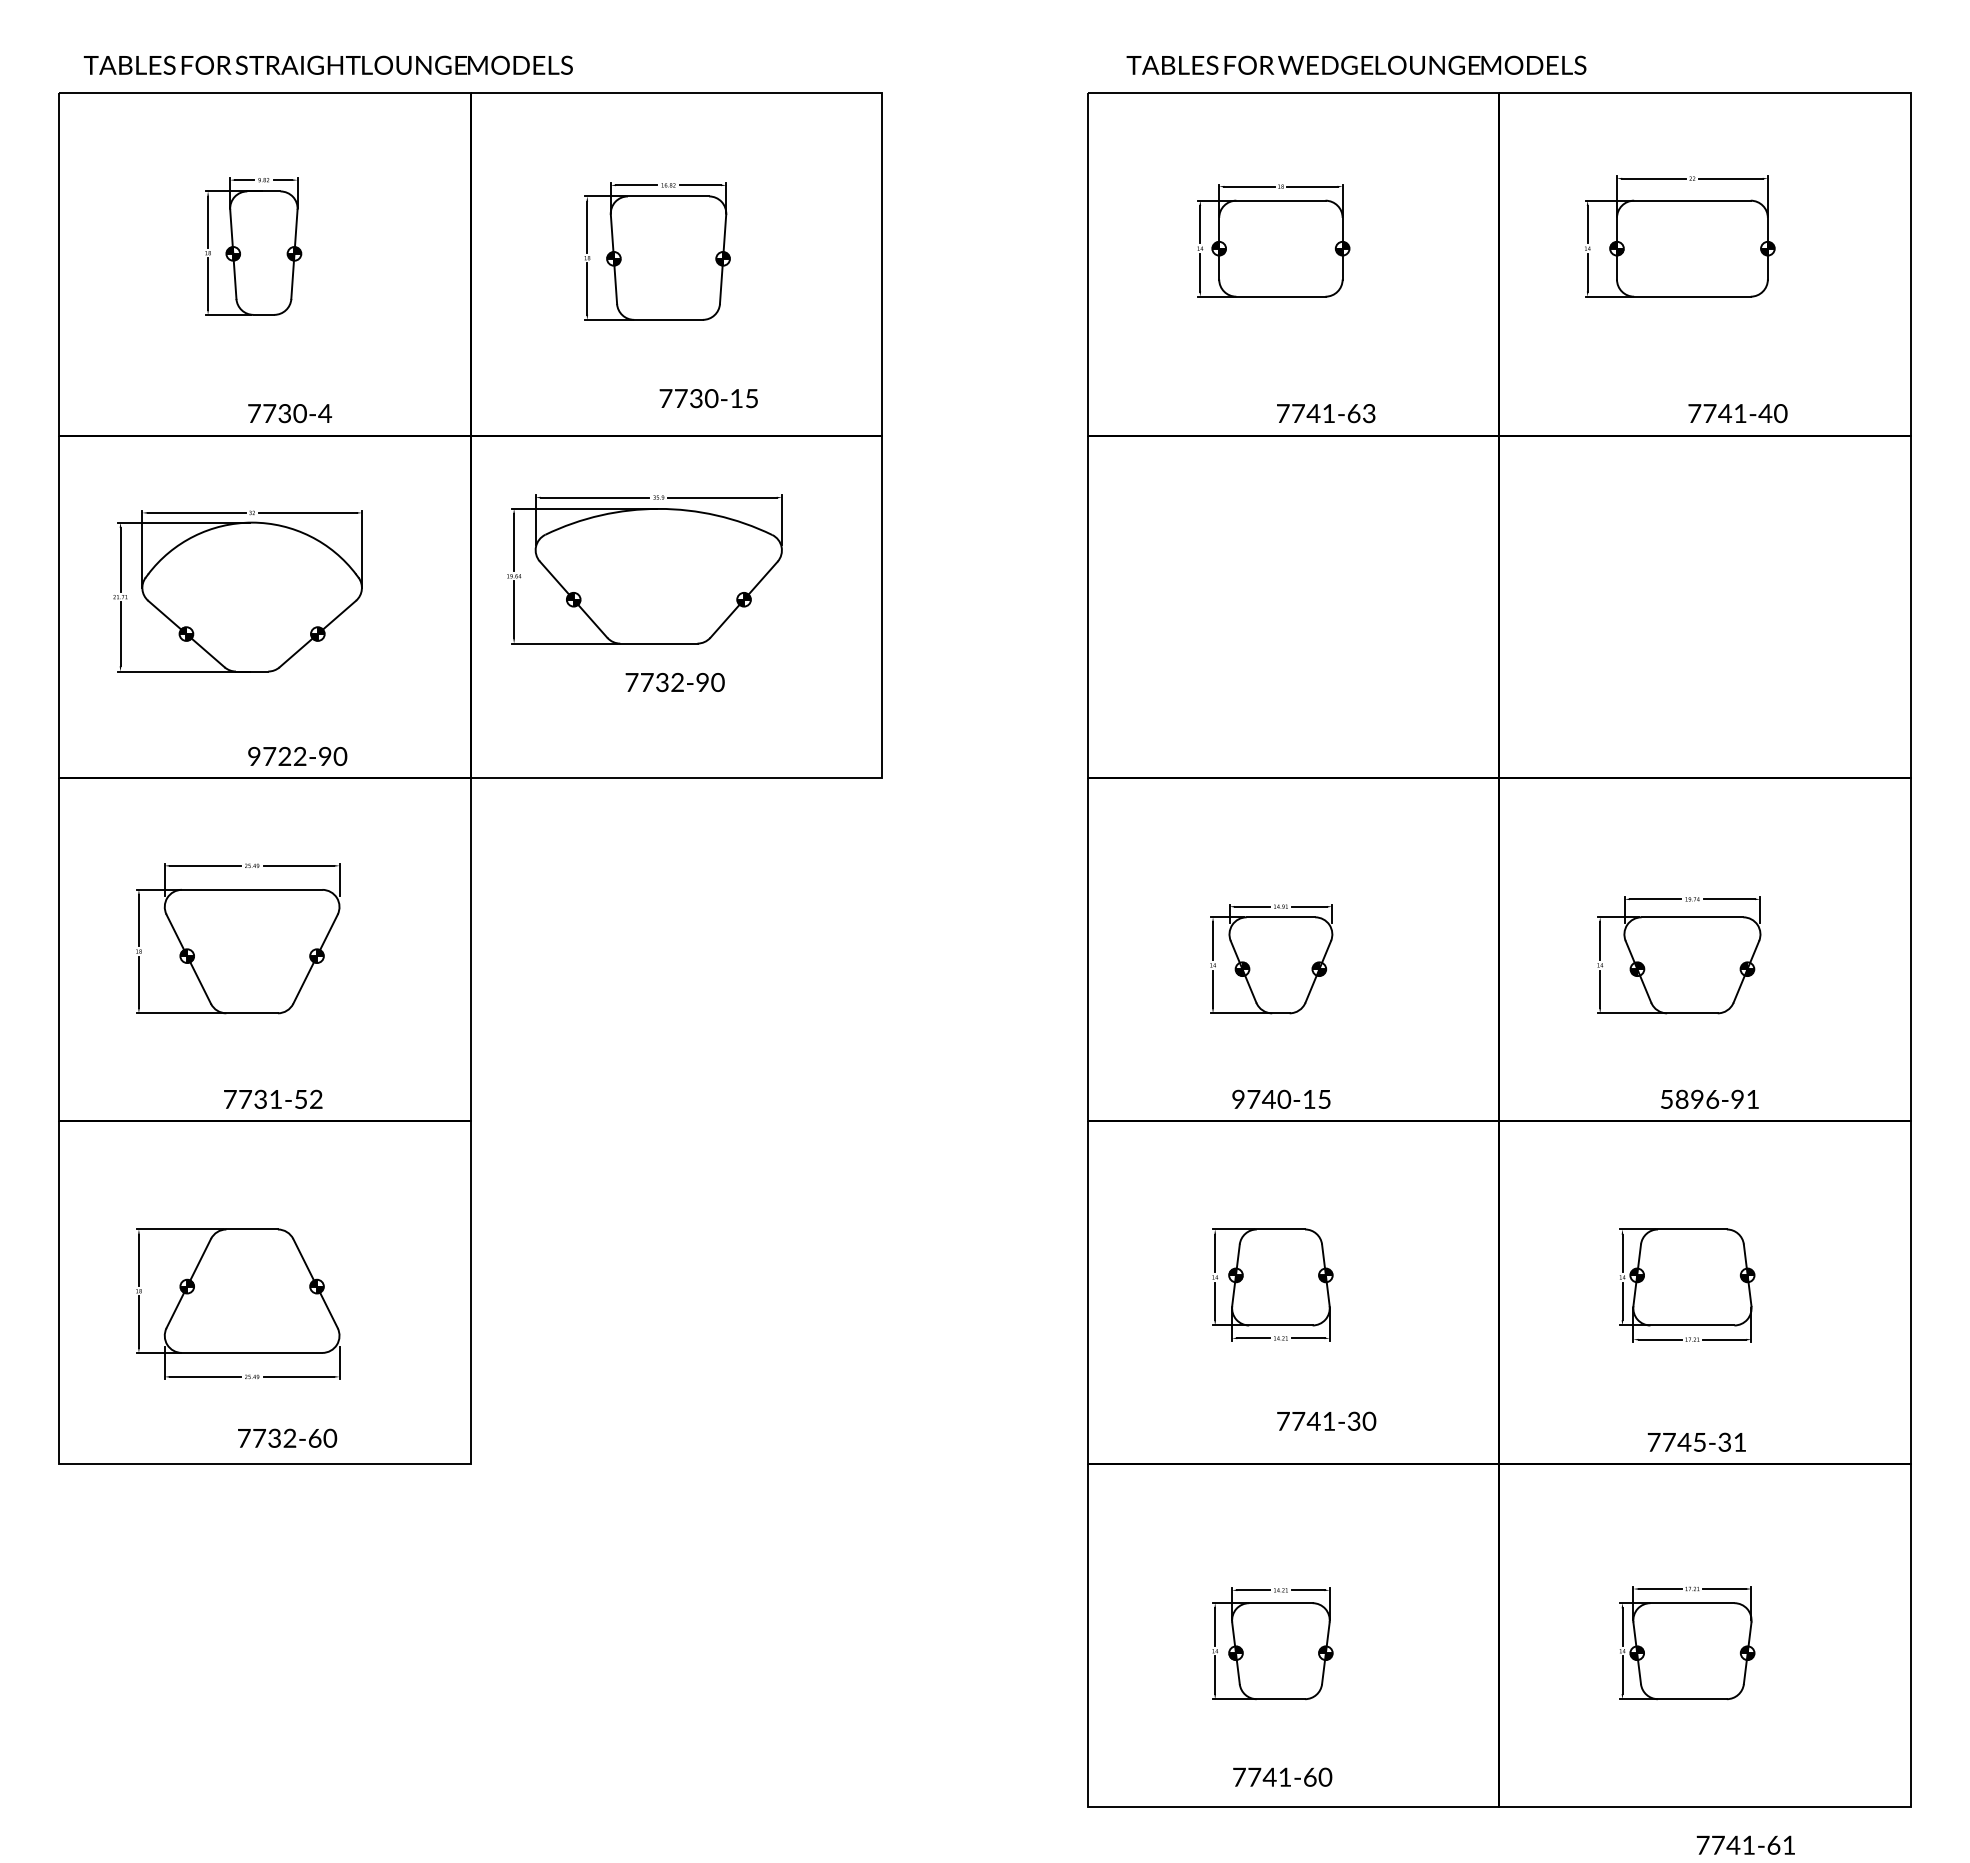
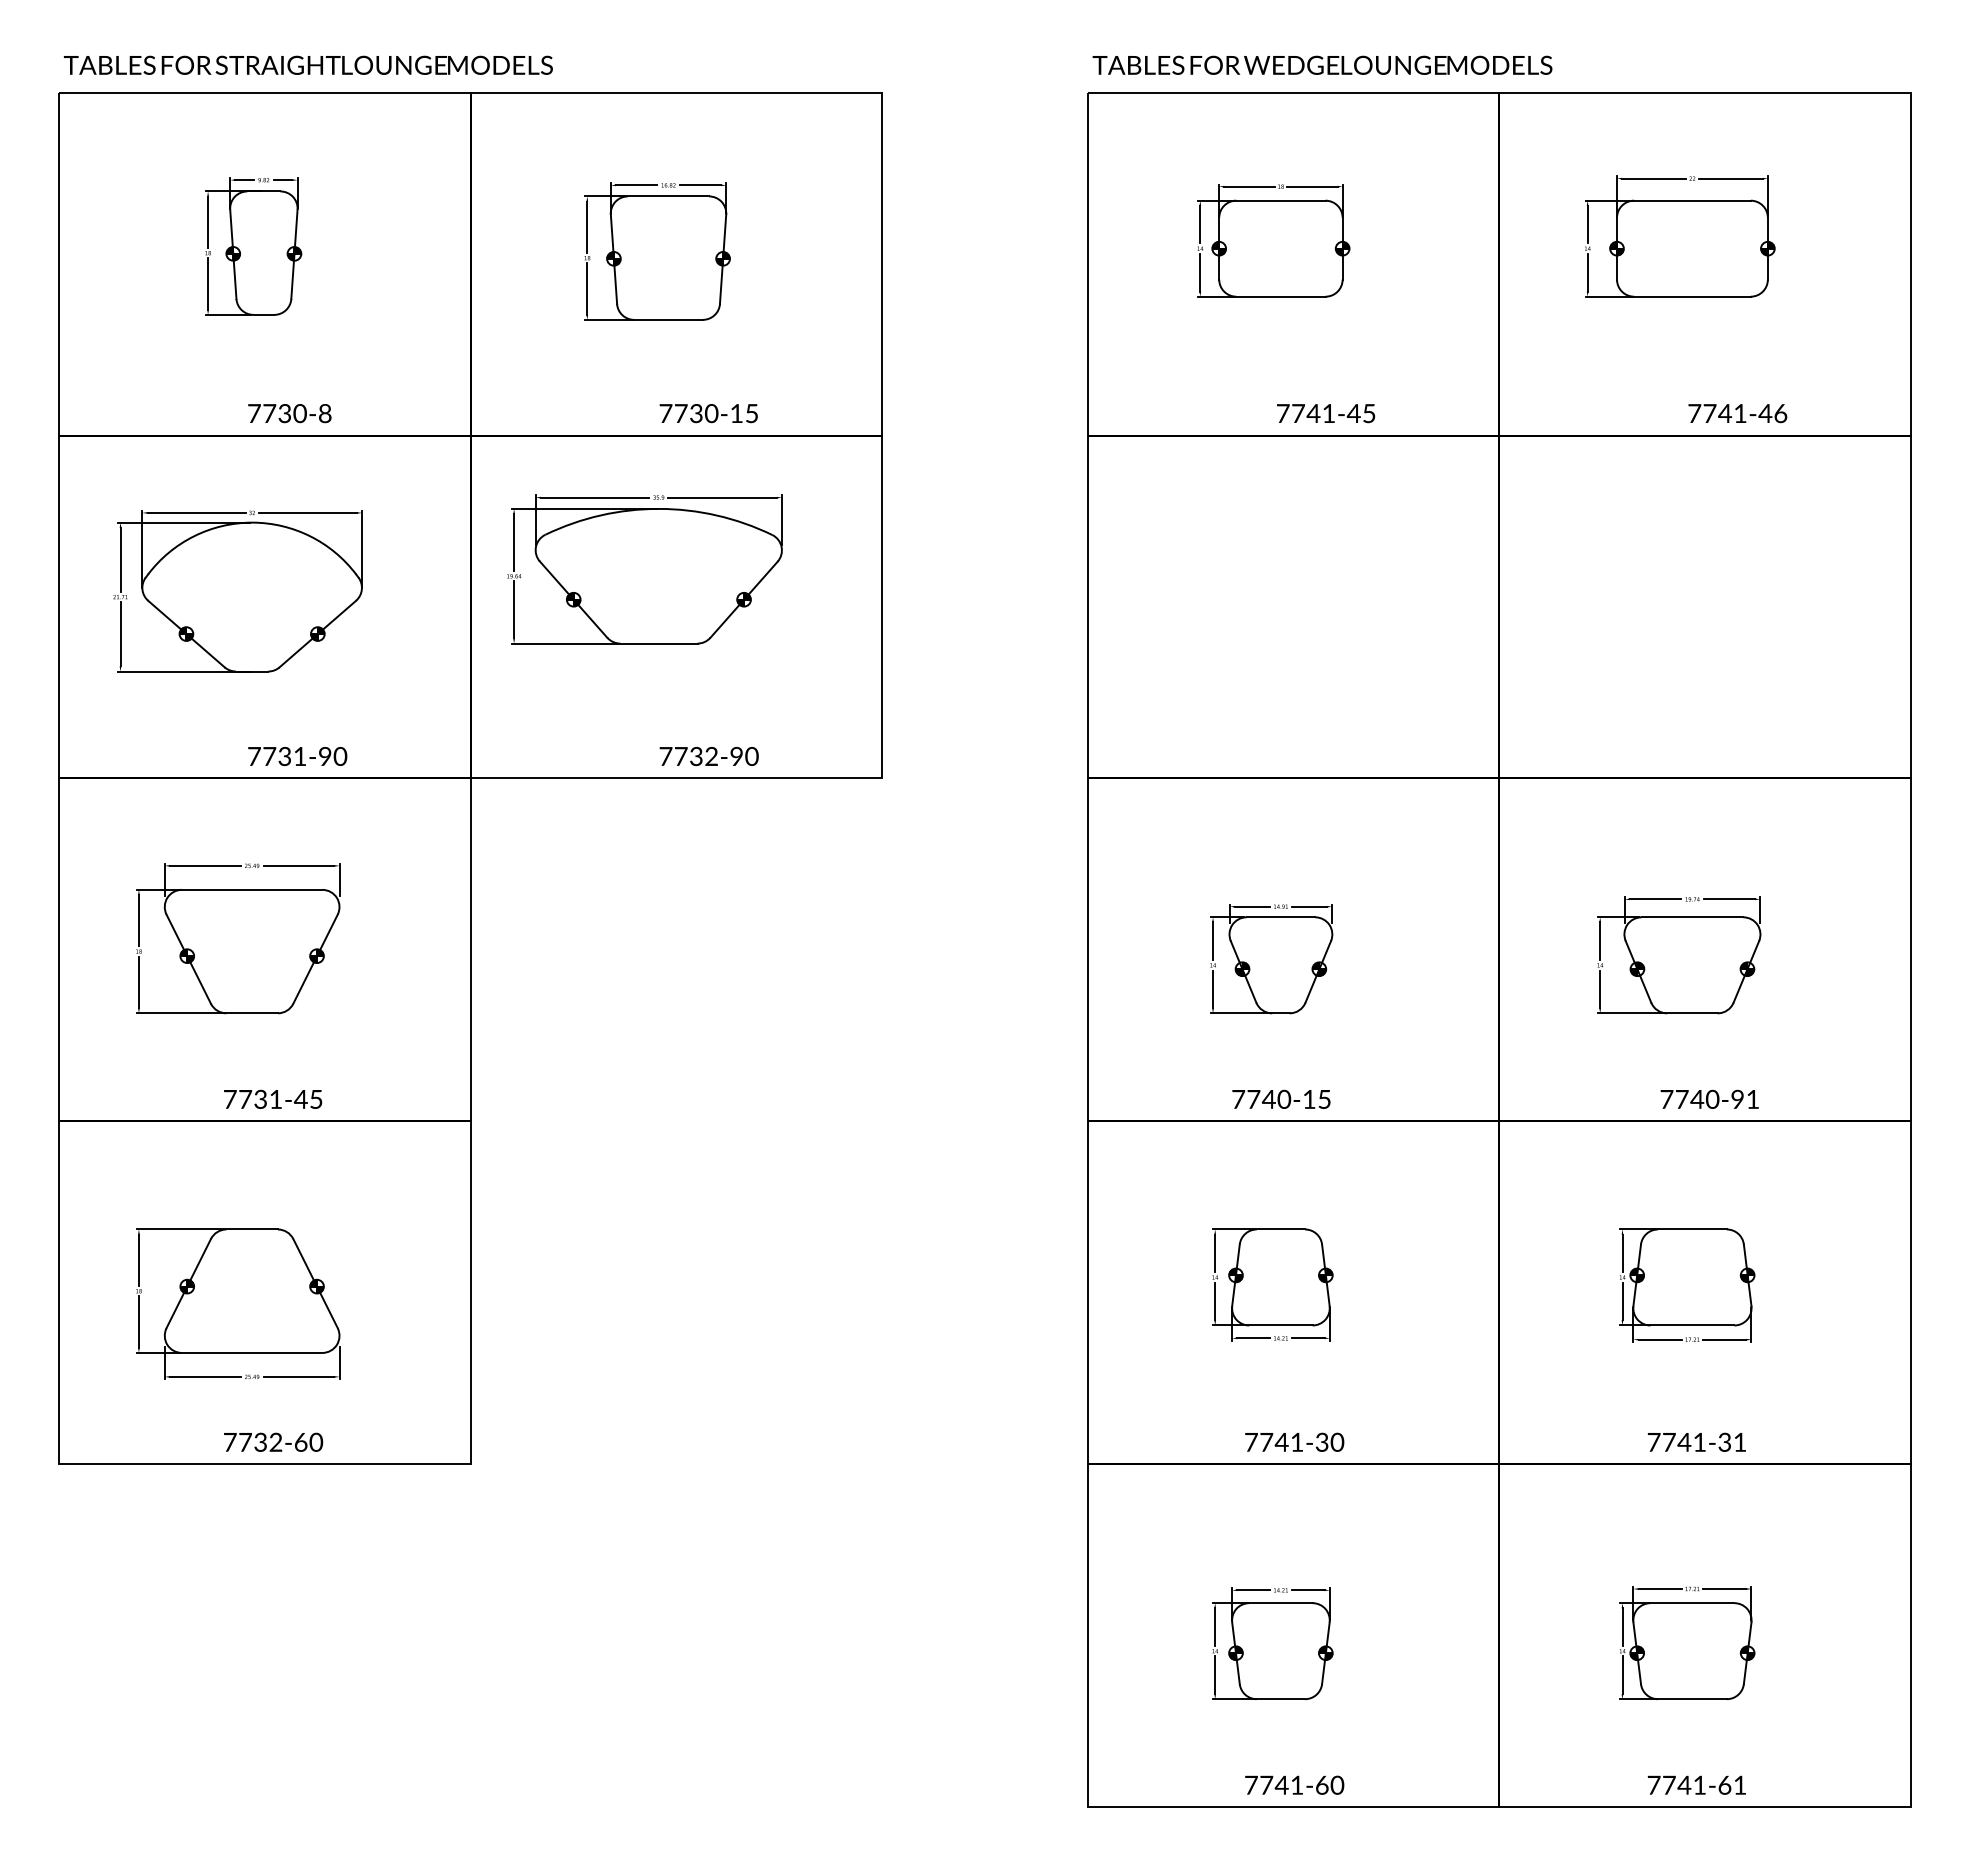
text at (327, 64) position: (327, 64) -> (307, 64)
text at (1356, 64) position: (1356, 64) -> (1322, 64)
text at (708, 398) position: (708, 398) -> (708, 413)
text at (325, 413): 7730-4 -> 7730-8
text at (1360, 413): 7741-63 -> 7741-45
text at (1780, 413): 7741-40 -> 7741-46
text at (674, 682) position: (674, 682) -> (708, 756)
text at (277, 756): 9722-90 -> 7731-90
text at (307, 1098): 7731-52 -> 7731-45
text at (1238, 1098): 9740-15 -> 7740-15
text at (1689, 1098): 5896-91 -> 7740-91
text at (1326, 1420) position: (1326, 1420) -> (1294, 1441)
text at (287, 1437) position: (287, 1437) -> (273, 1441)
text at (1699, 1442): 7745-31 -> 7741-31
text at (1282, 1776) position: (1282, 1776) -> (1294, 1784)
text at (1745, 1844) position: (1745, 1844) -> (1696, 1784)
